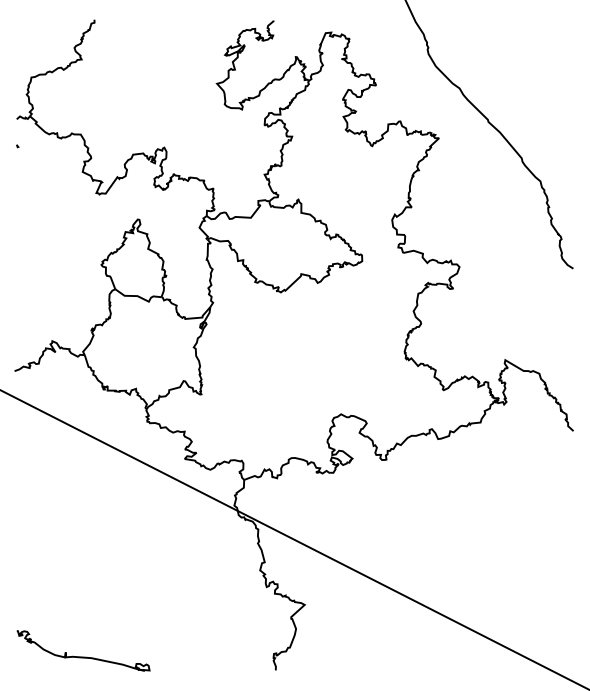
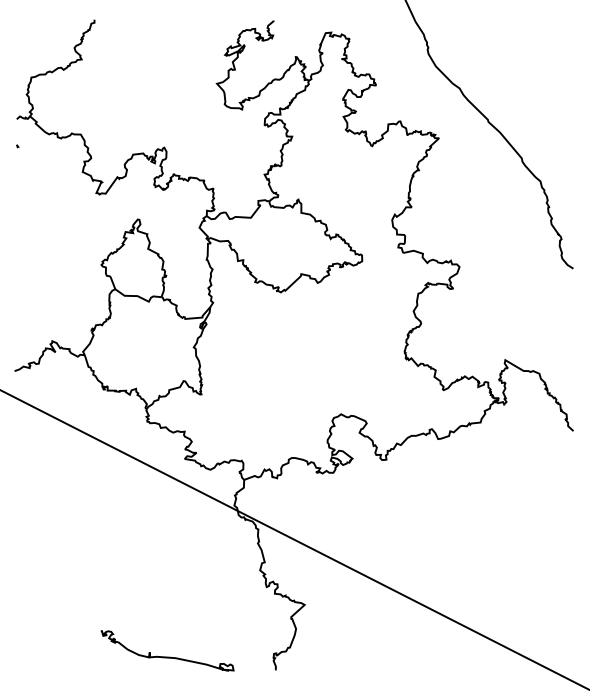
curve at (83, 656) position: (83, 656) -> (167, 656)
